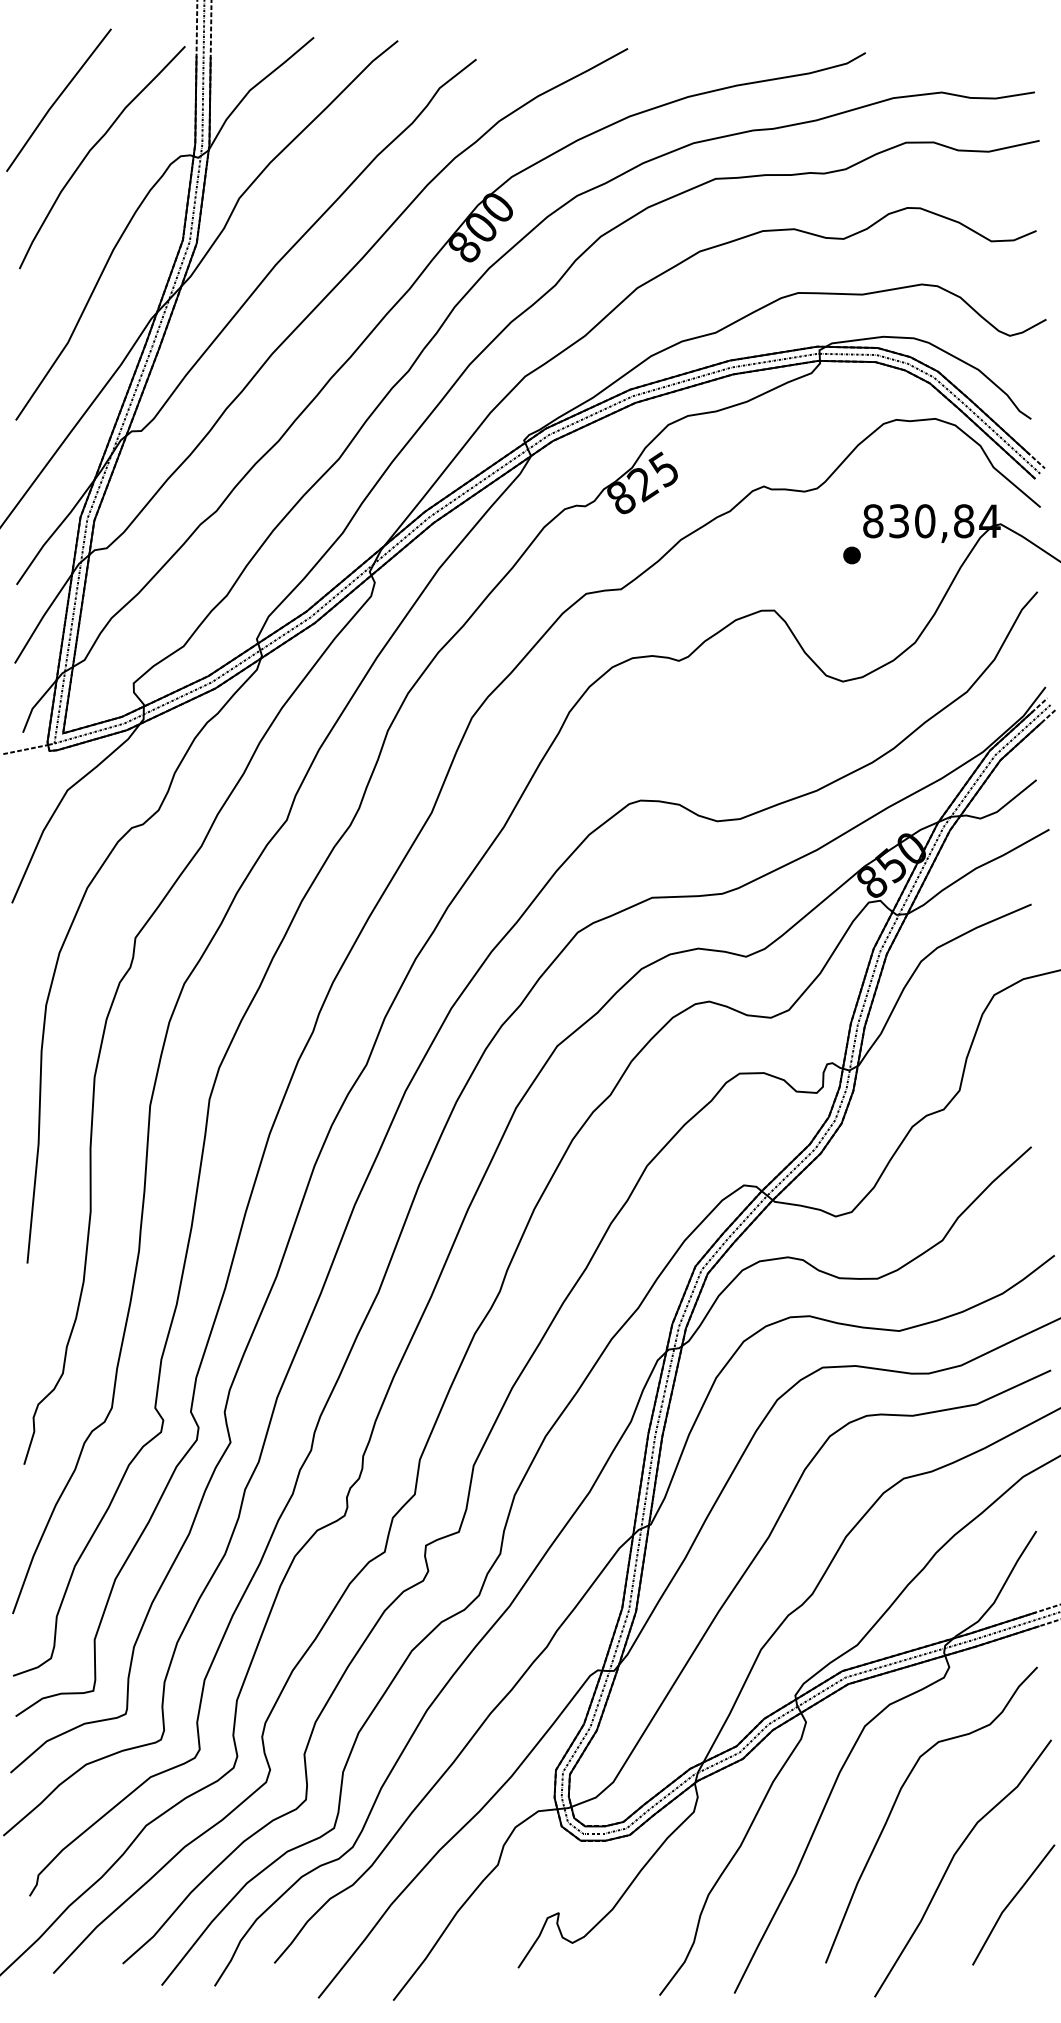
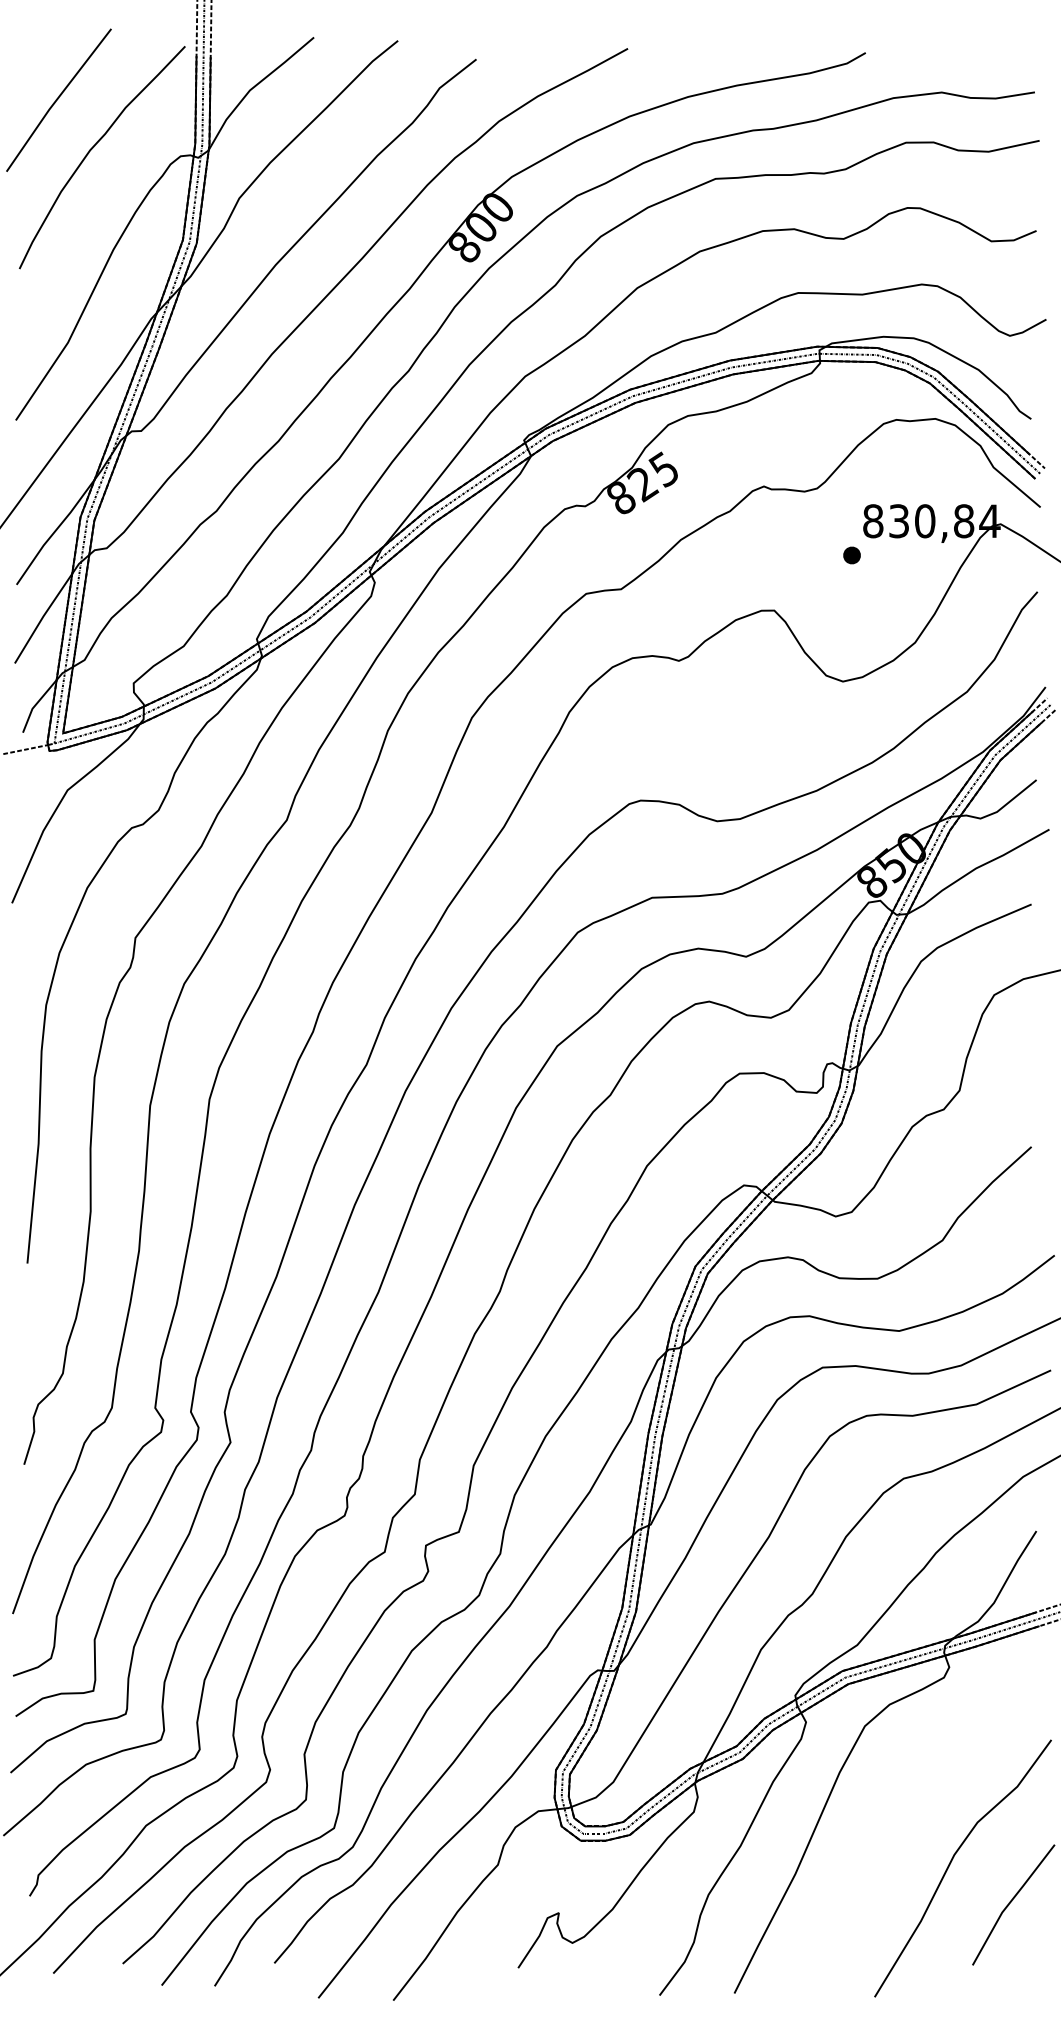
part at (898, 1797): present -> none
